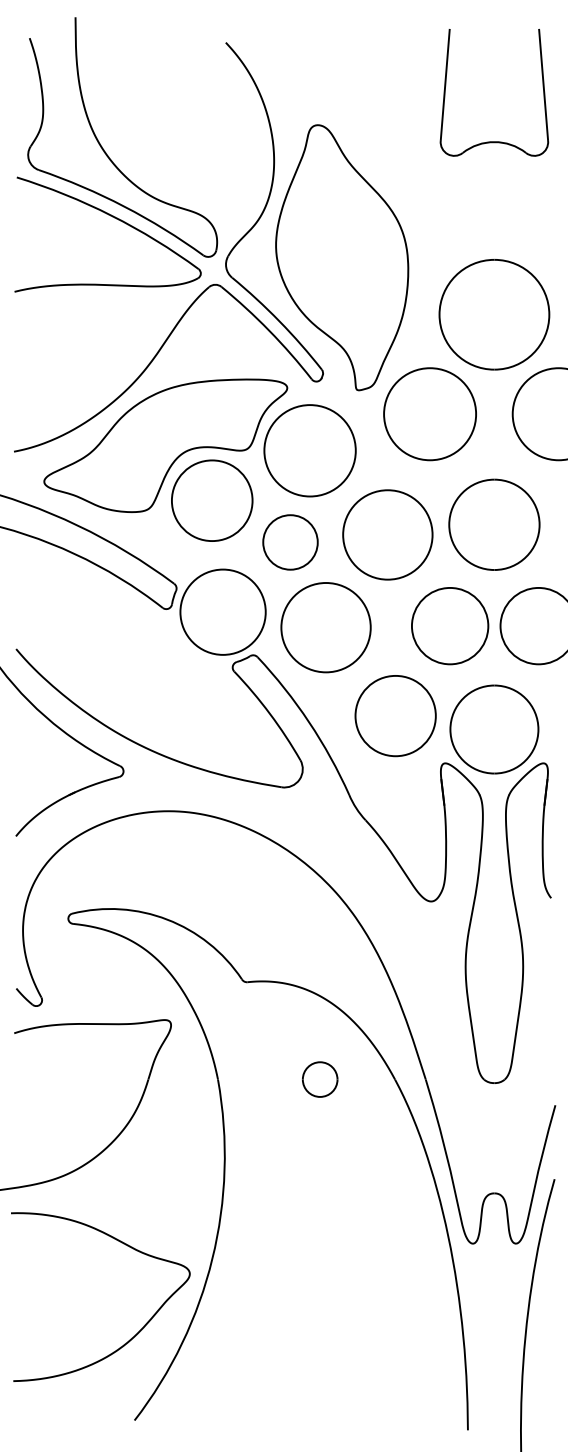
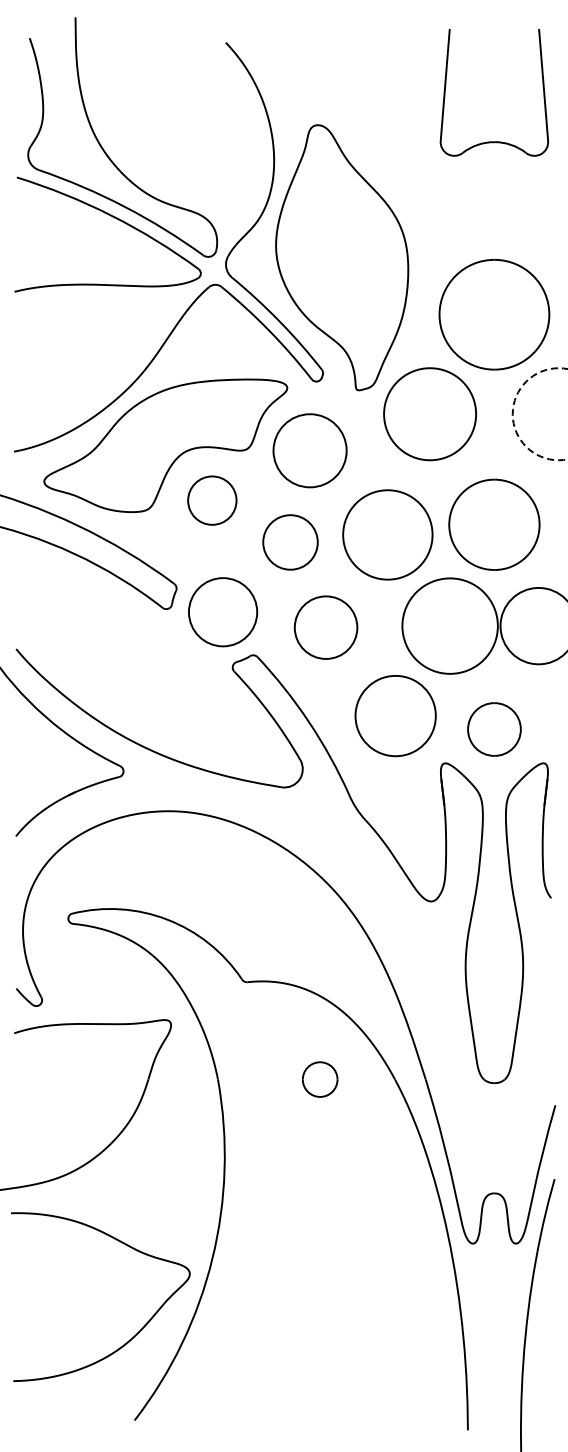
circle at (539, 414): solid -> dashed
circle at (309, 450) diameter: 91 px -> 73 px
circle at (212, 500) size: 83x83 px -> 51x51 px
circle at (222, 611) diameter: 85 px -> 68 px
circle at (449, 625) diameter: 76 px -> 95 px
circle at (325, 627) diameter: 89 px -> 63 px
part at (494, 729) size: 91x91 px -> 55x55 px
